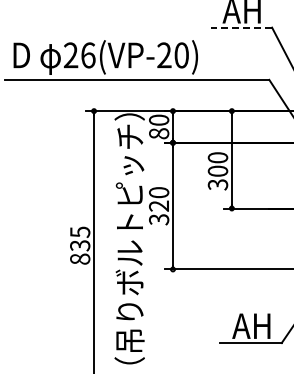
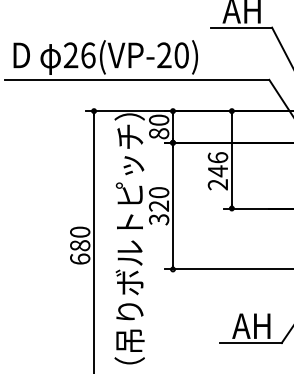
line at (241, 27): dashed -> solid
text at (217, 171): 300 -> 246
text at (80, 245): 835 -> 680
